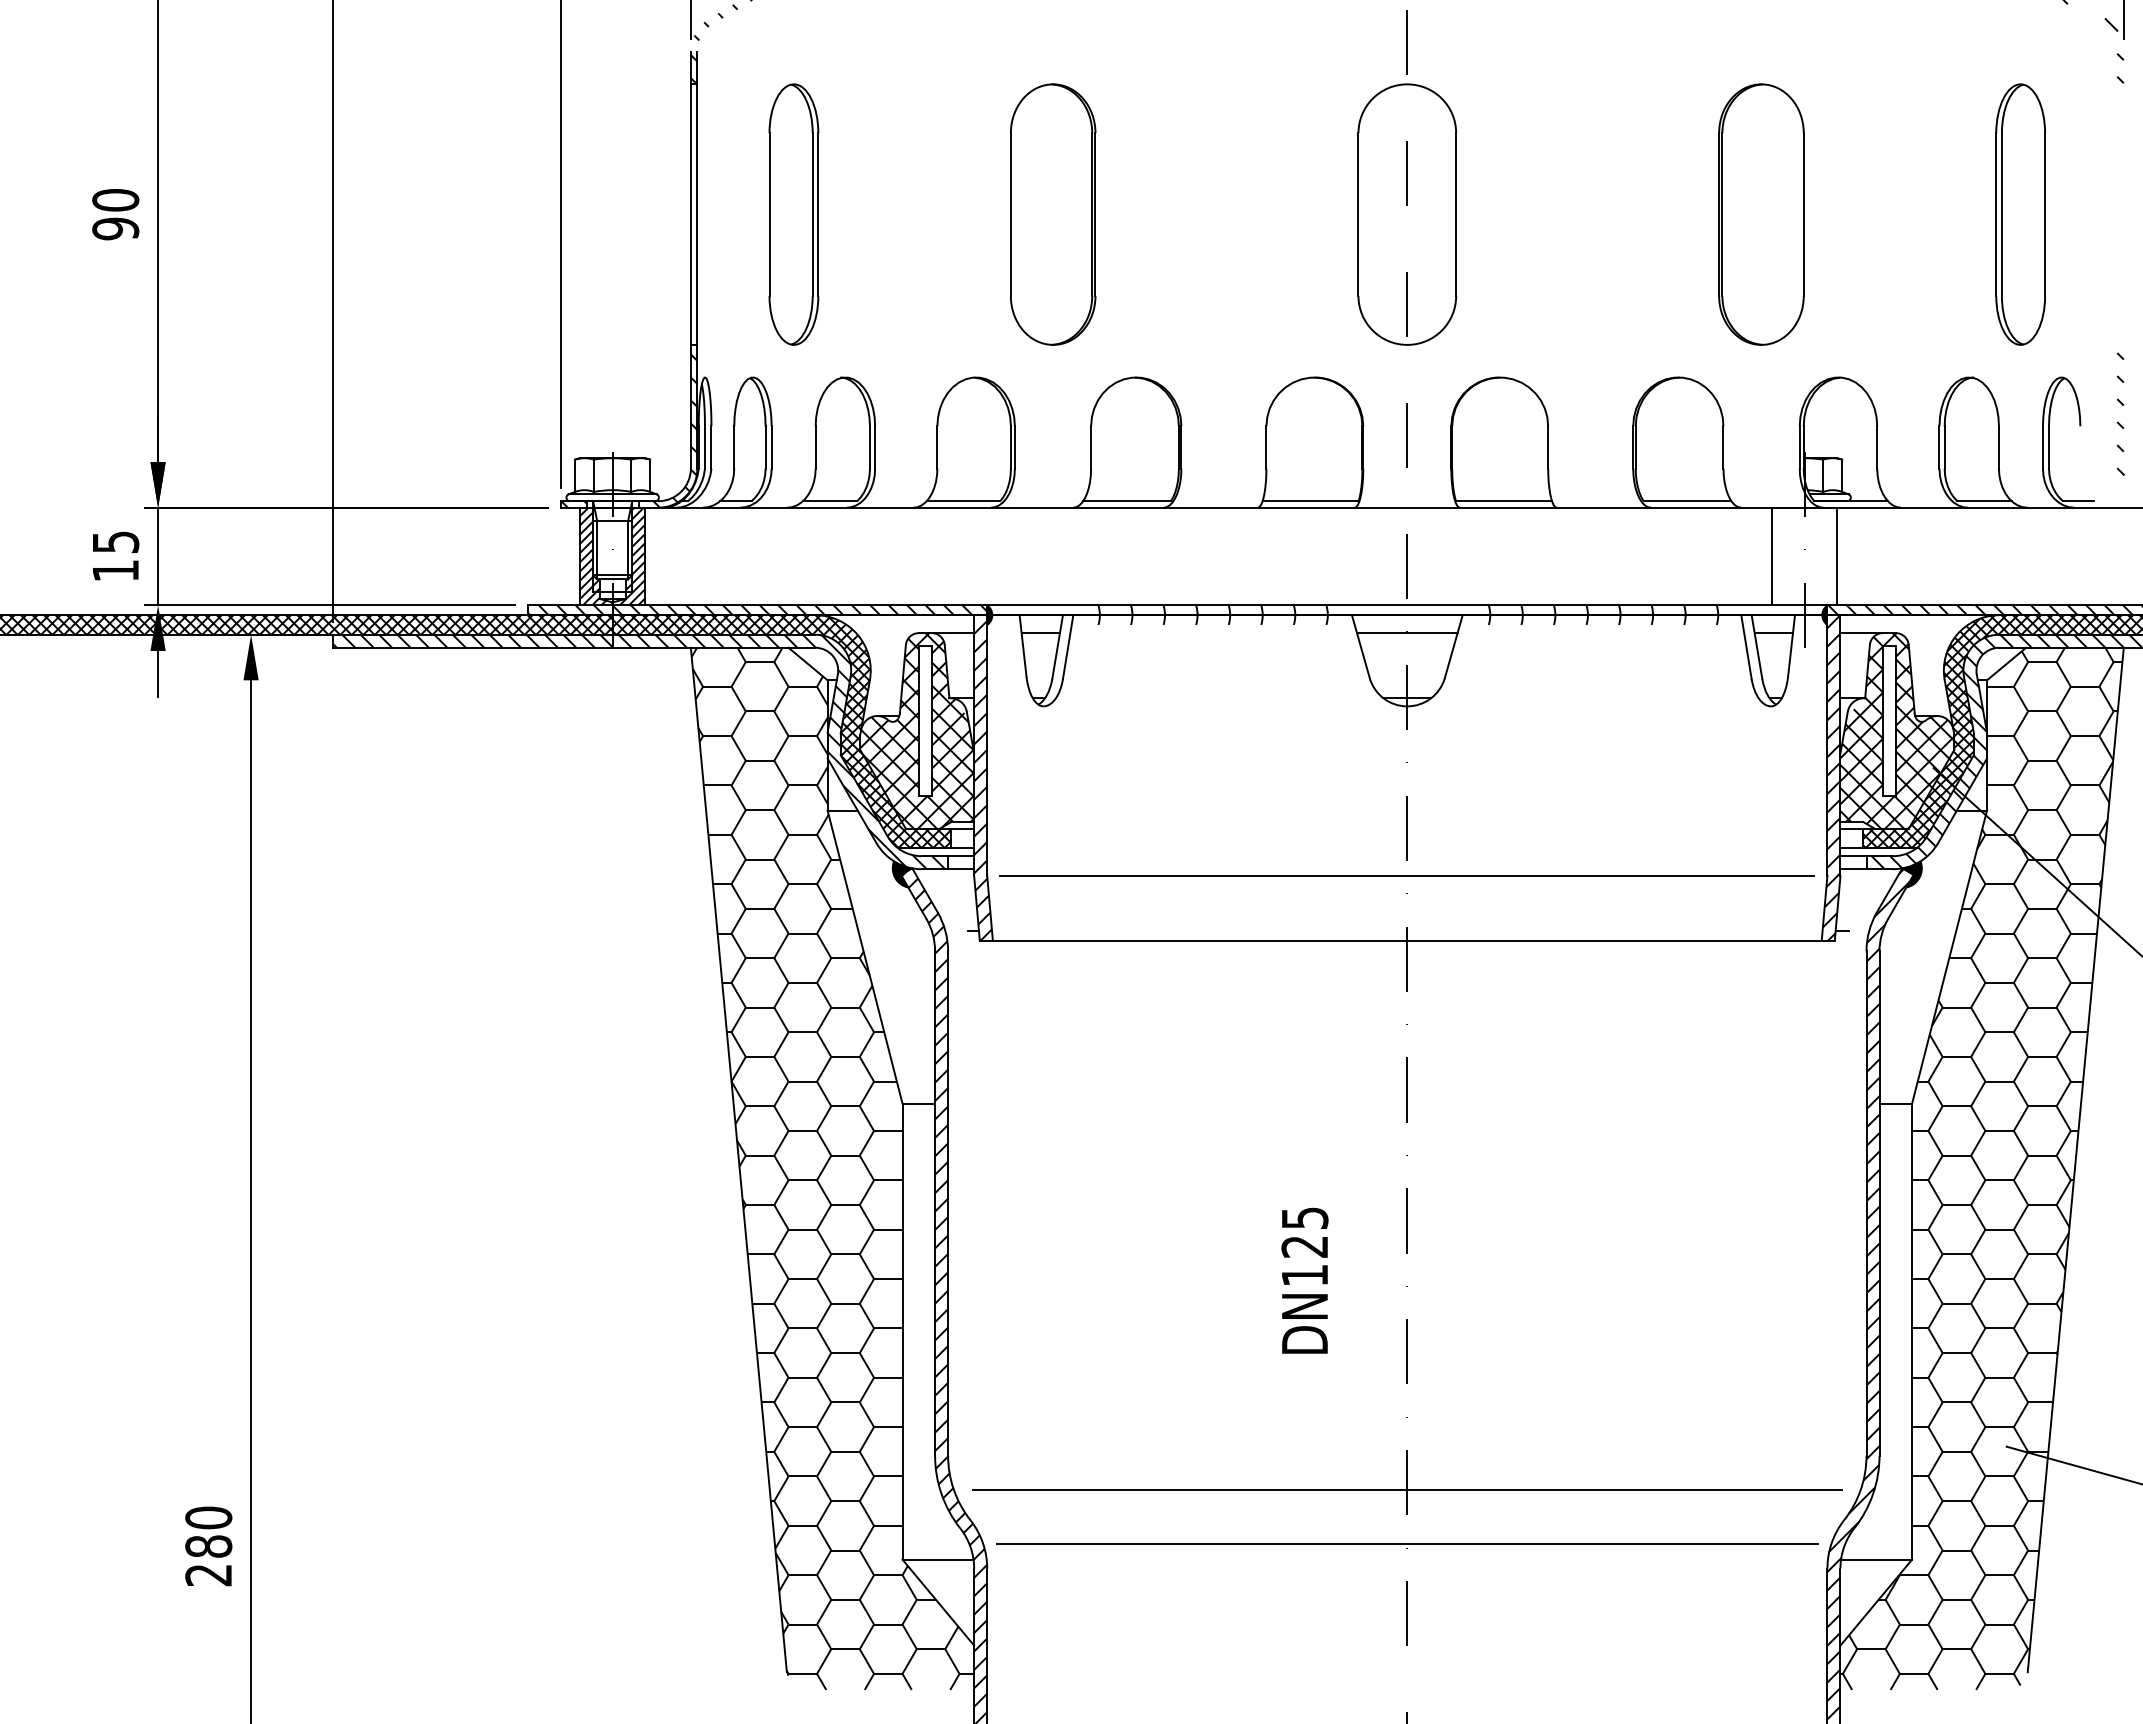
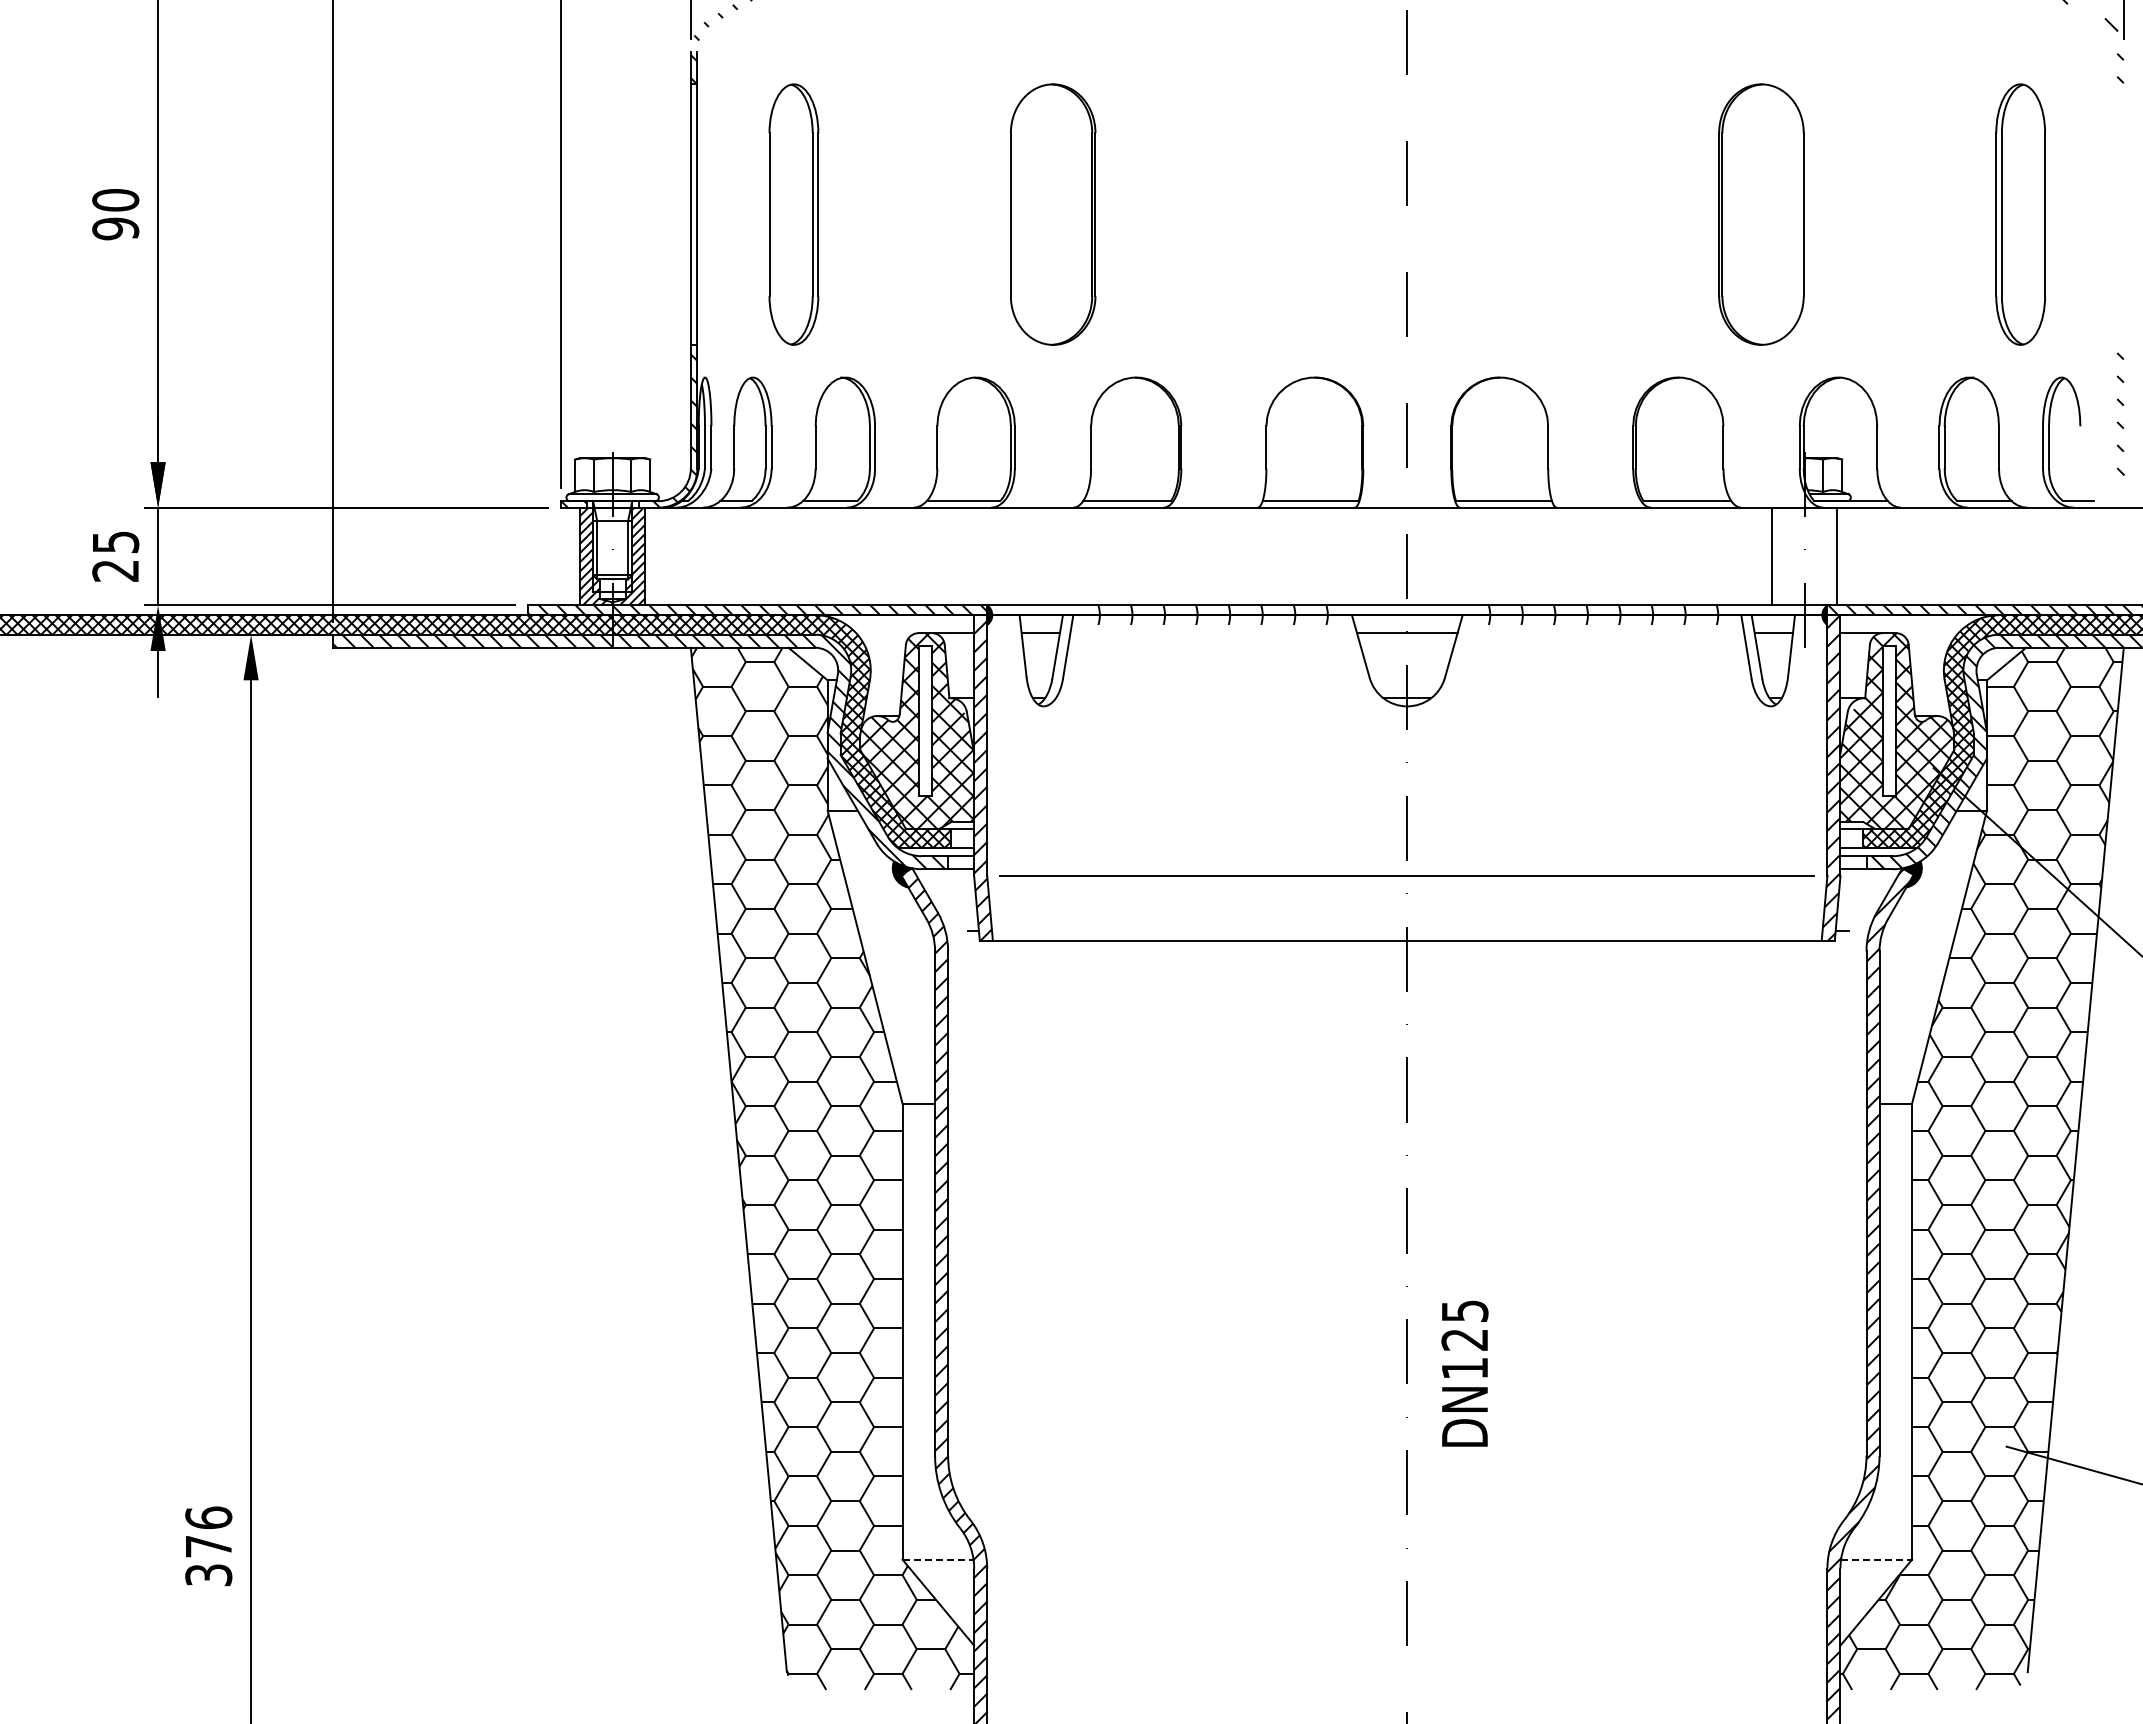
part at (1407, 214): present -> none
text at (115, 570): 15 -> 25
text at (1304, 1280) position: (1304, 1280) -> (1464, 1373)
line at (1406, 1489): present -> none
line at (1406, 1544): present -> none
text at (208, 1546): 280 -> 376
line at (938, 1559): solid -> dashed
line at (1876, 1559): solid -> dashed
